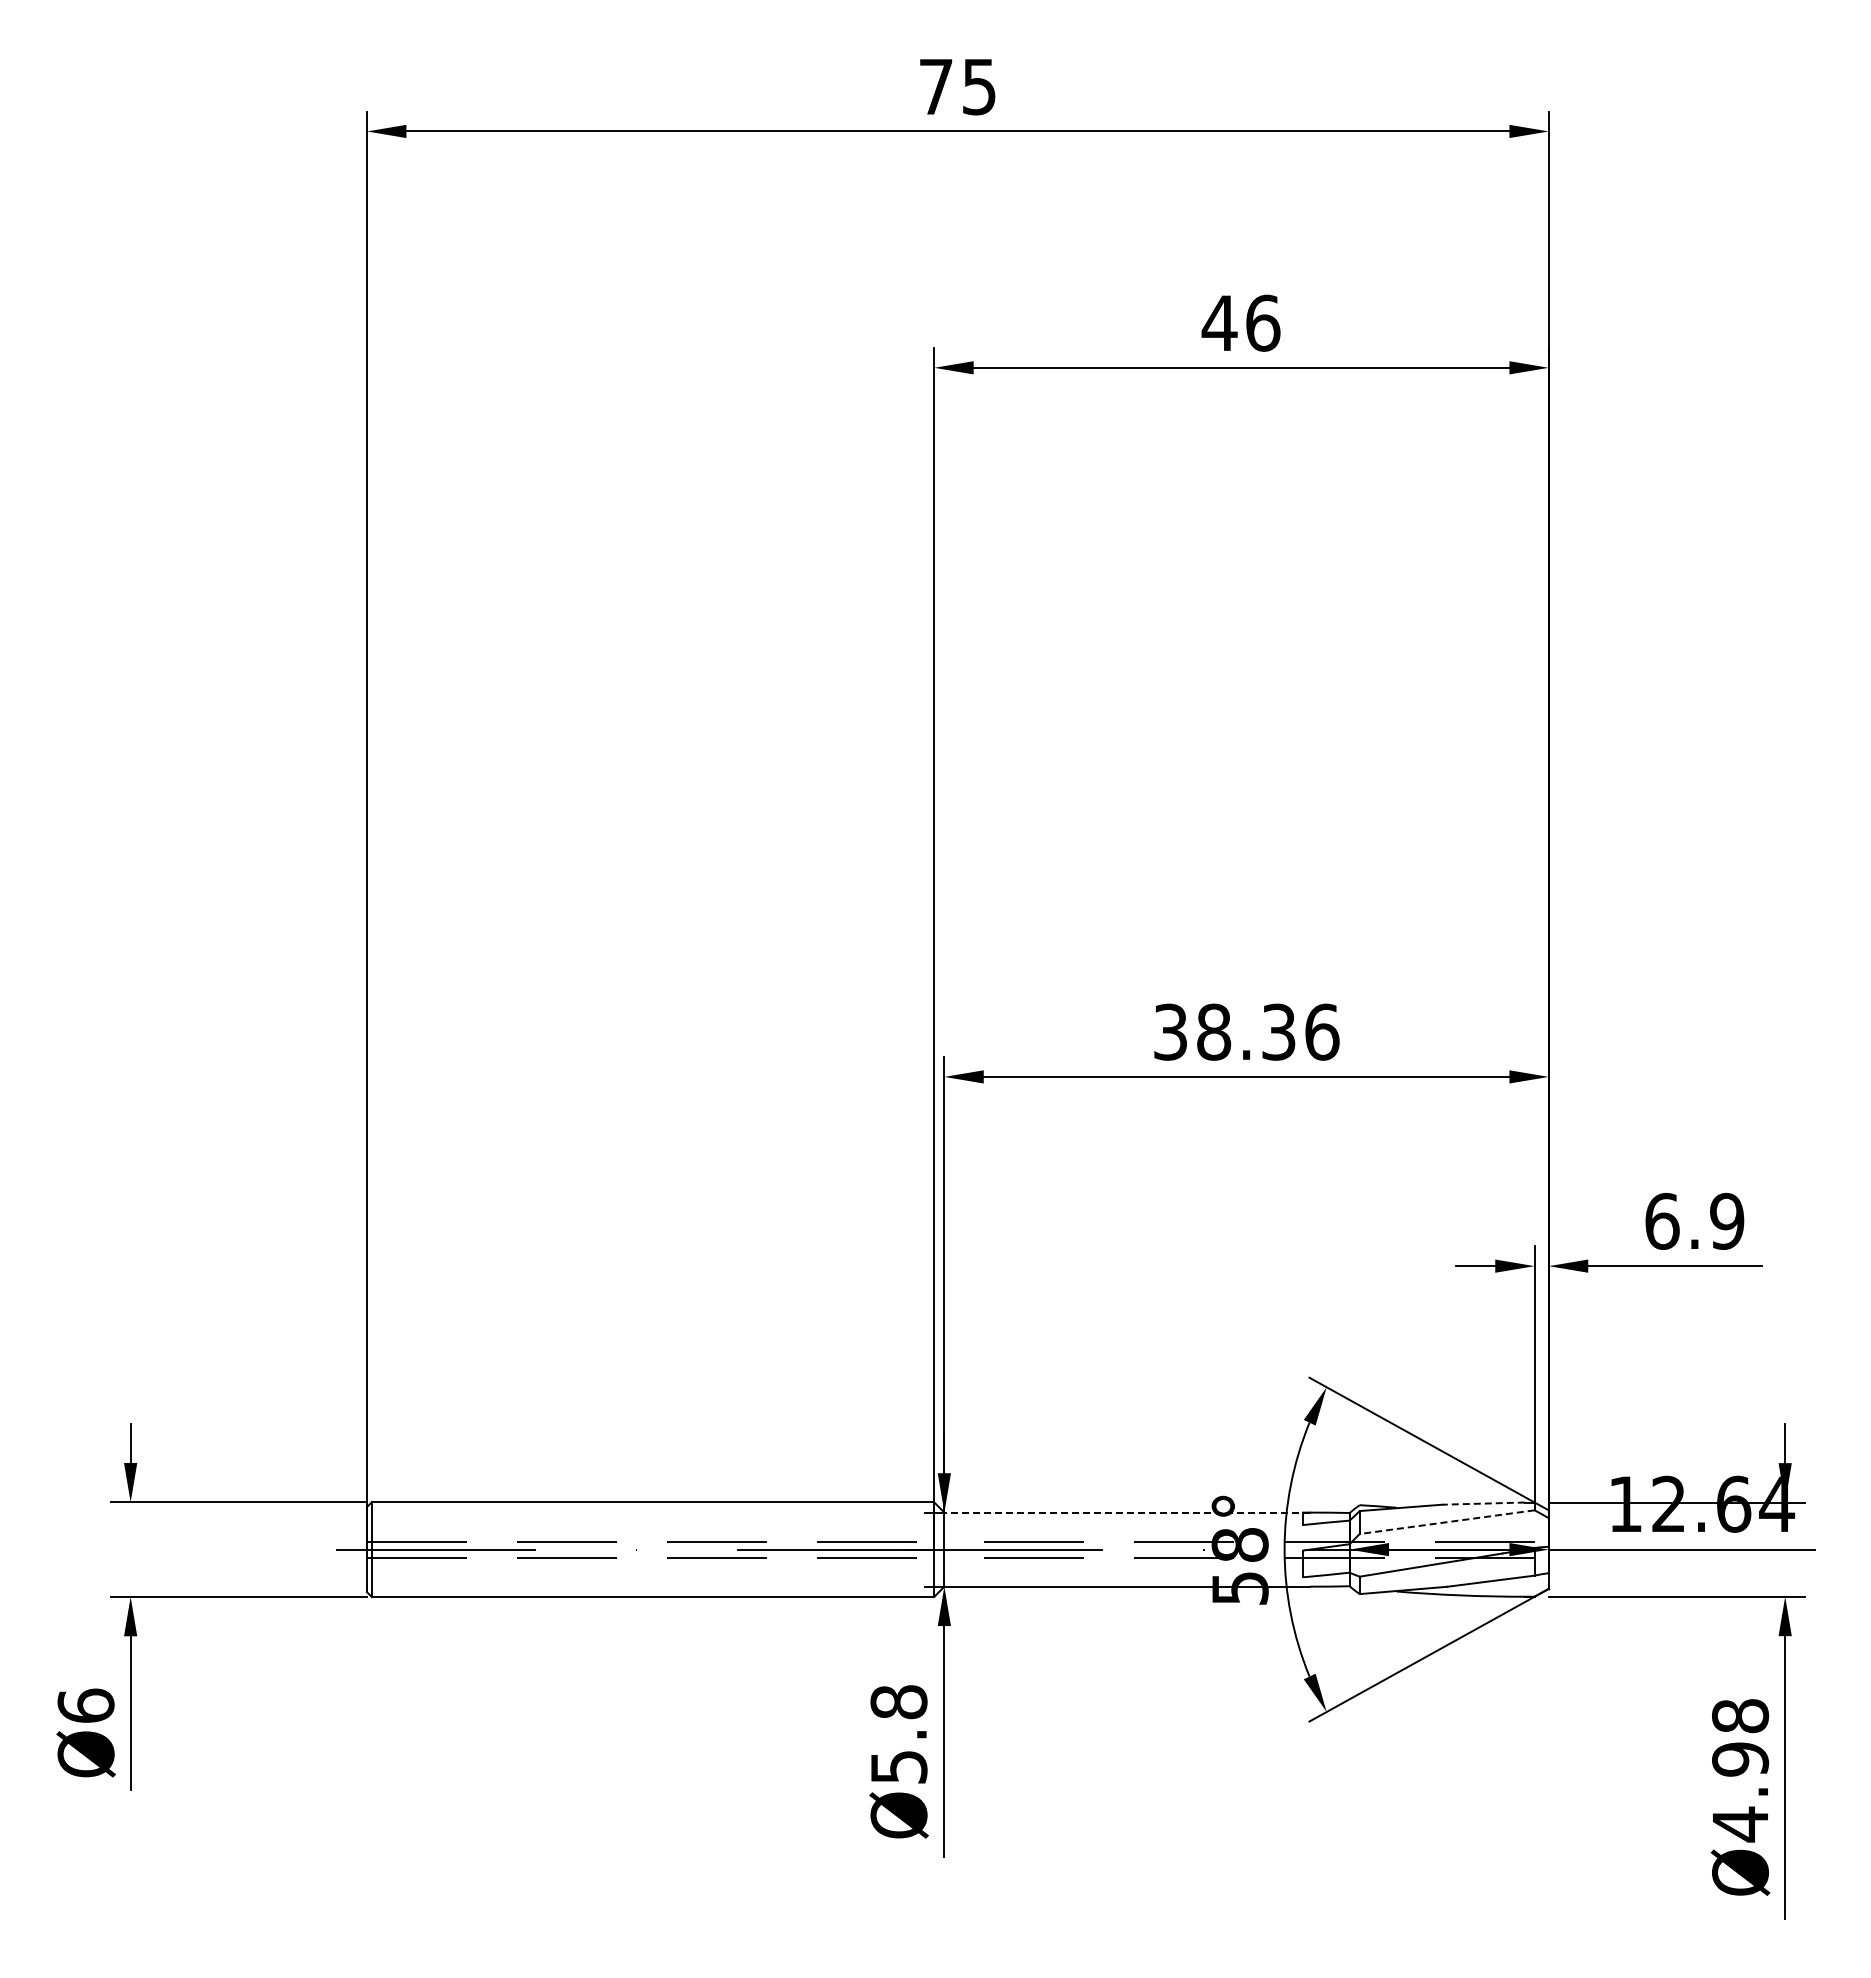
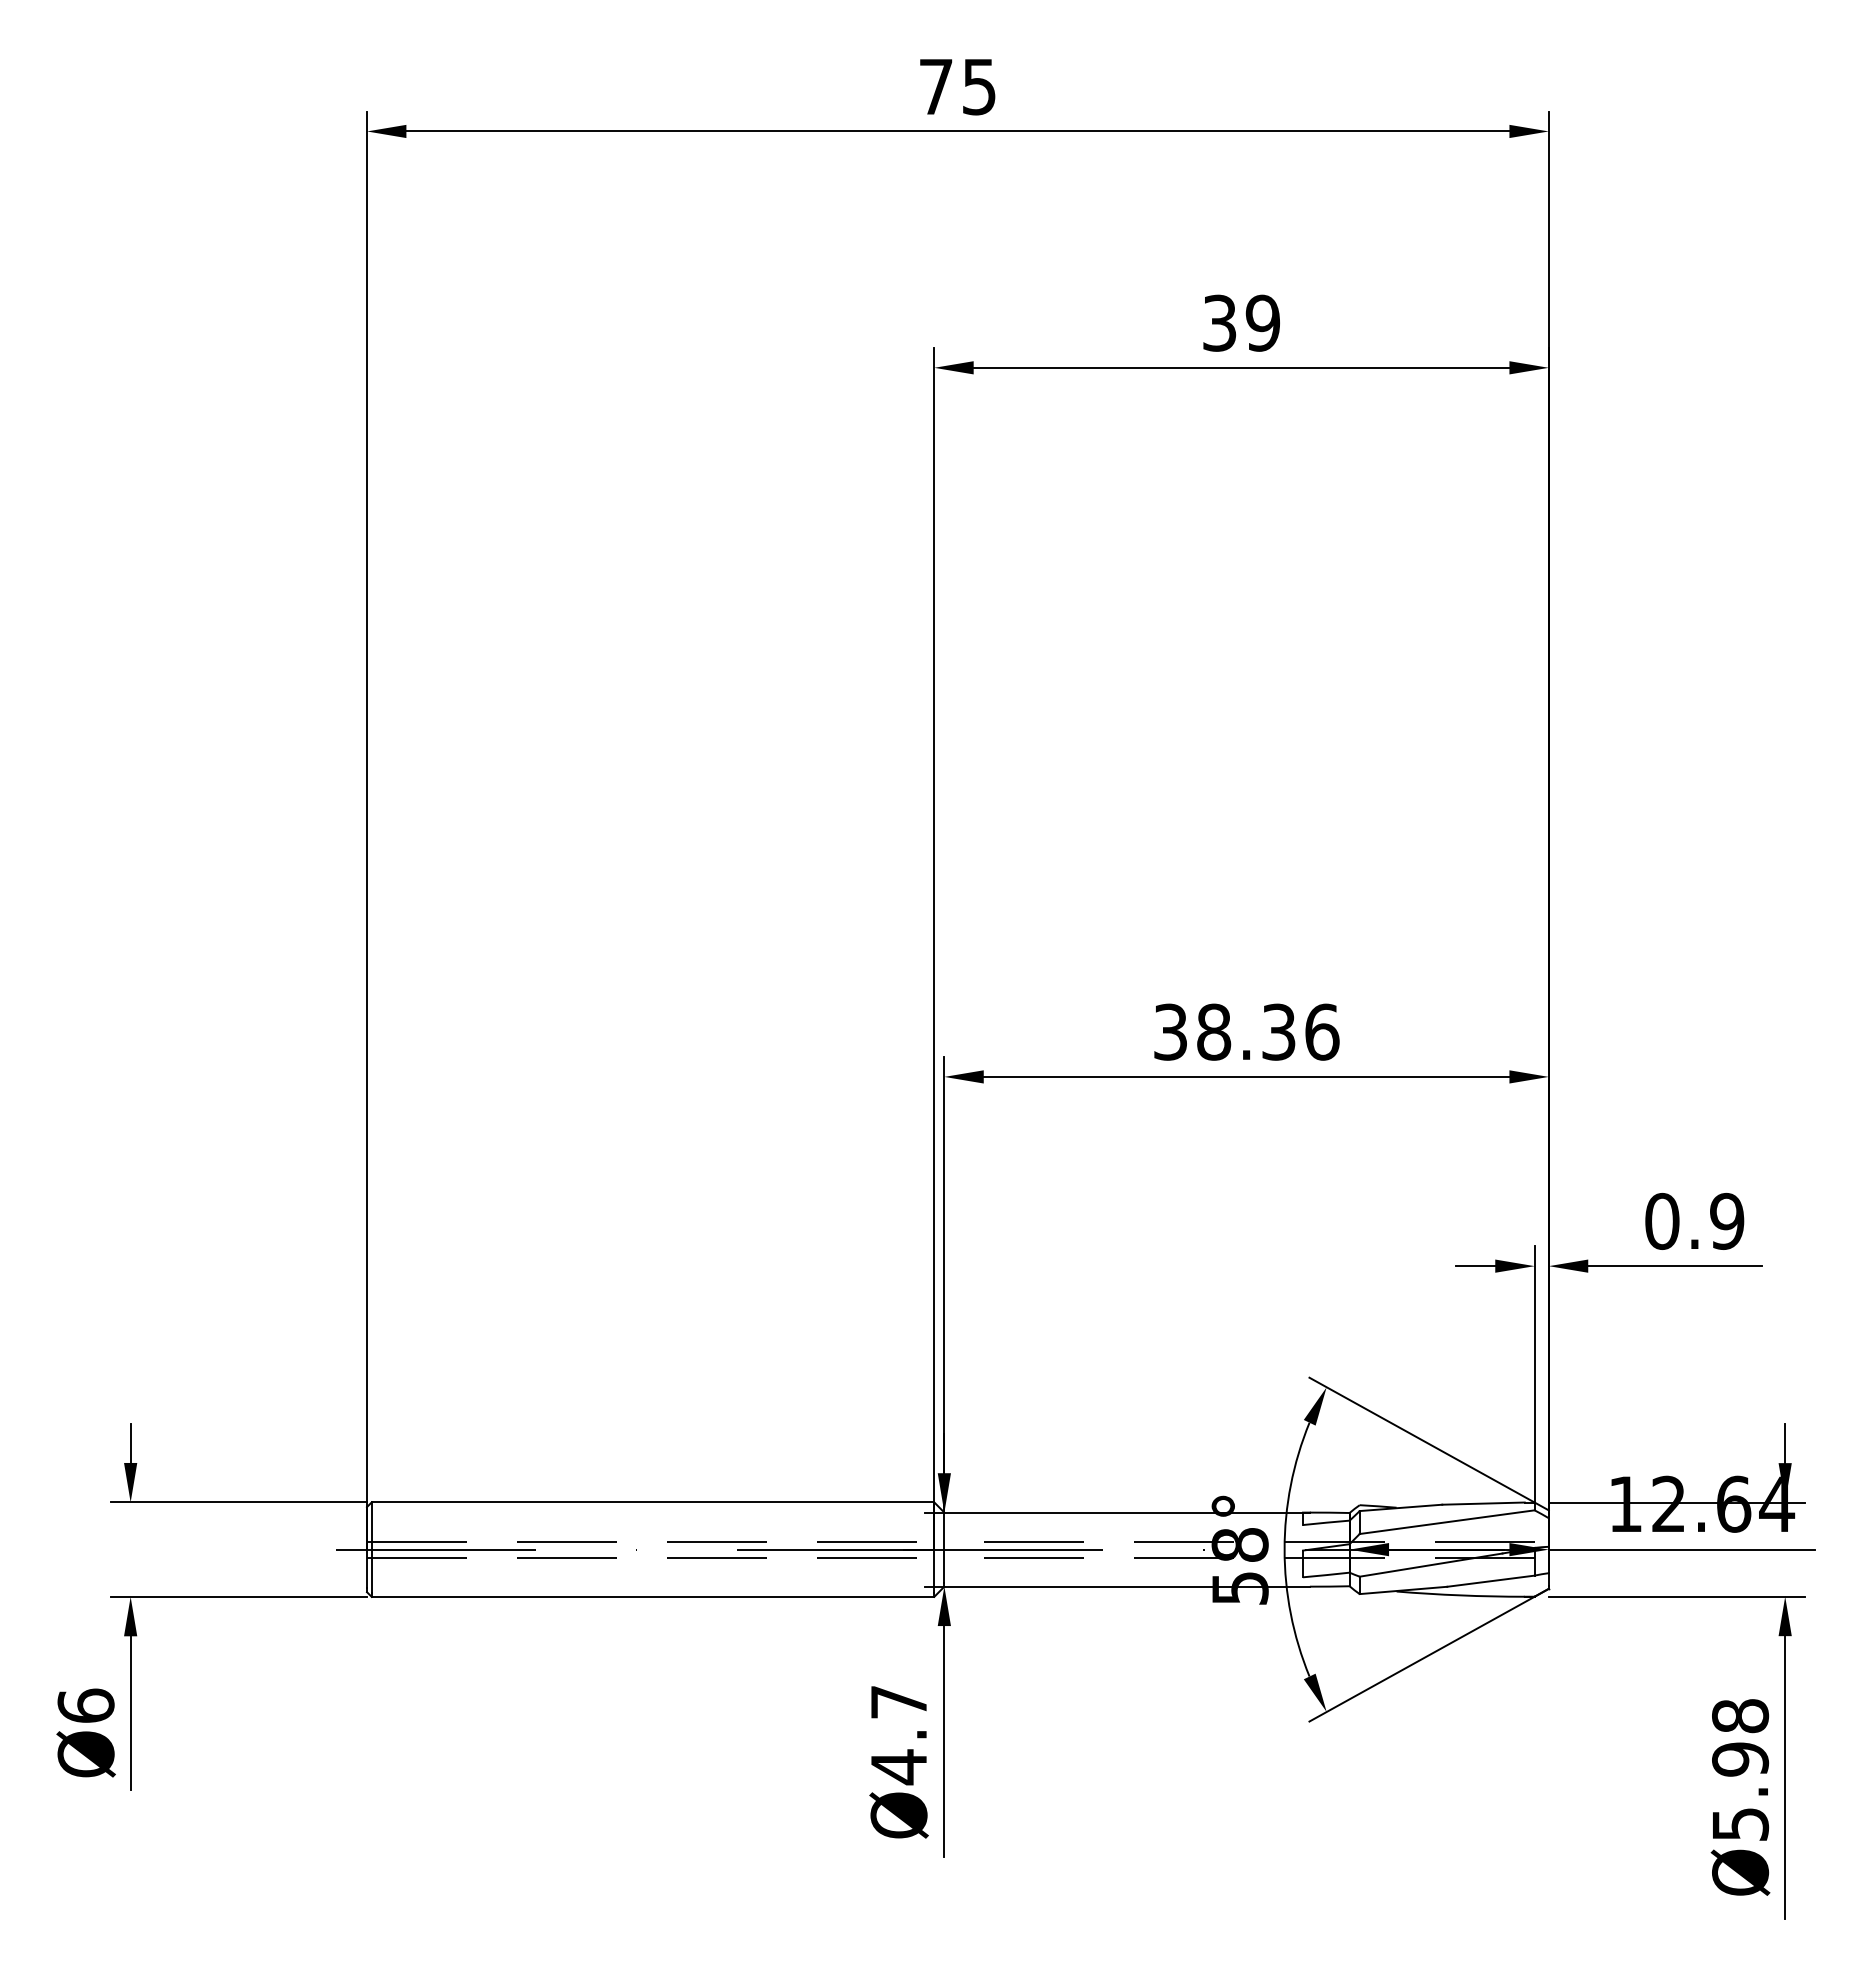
text at (1240, 322): 46 -> 39
text at (1662, 1220): 6.9 -> 0.9
line at (1483, 1503): dashed -> solid
line at (1127, 1512): dashed -> solid
line at (1446, 1522): dashed -> solid
text at (898, 1735): Ø5.8 -> Ø4.7
text at (1741, 1824): Ø4.98 -> Ø5.98
